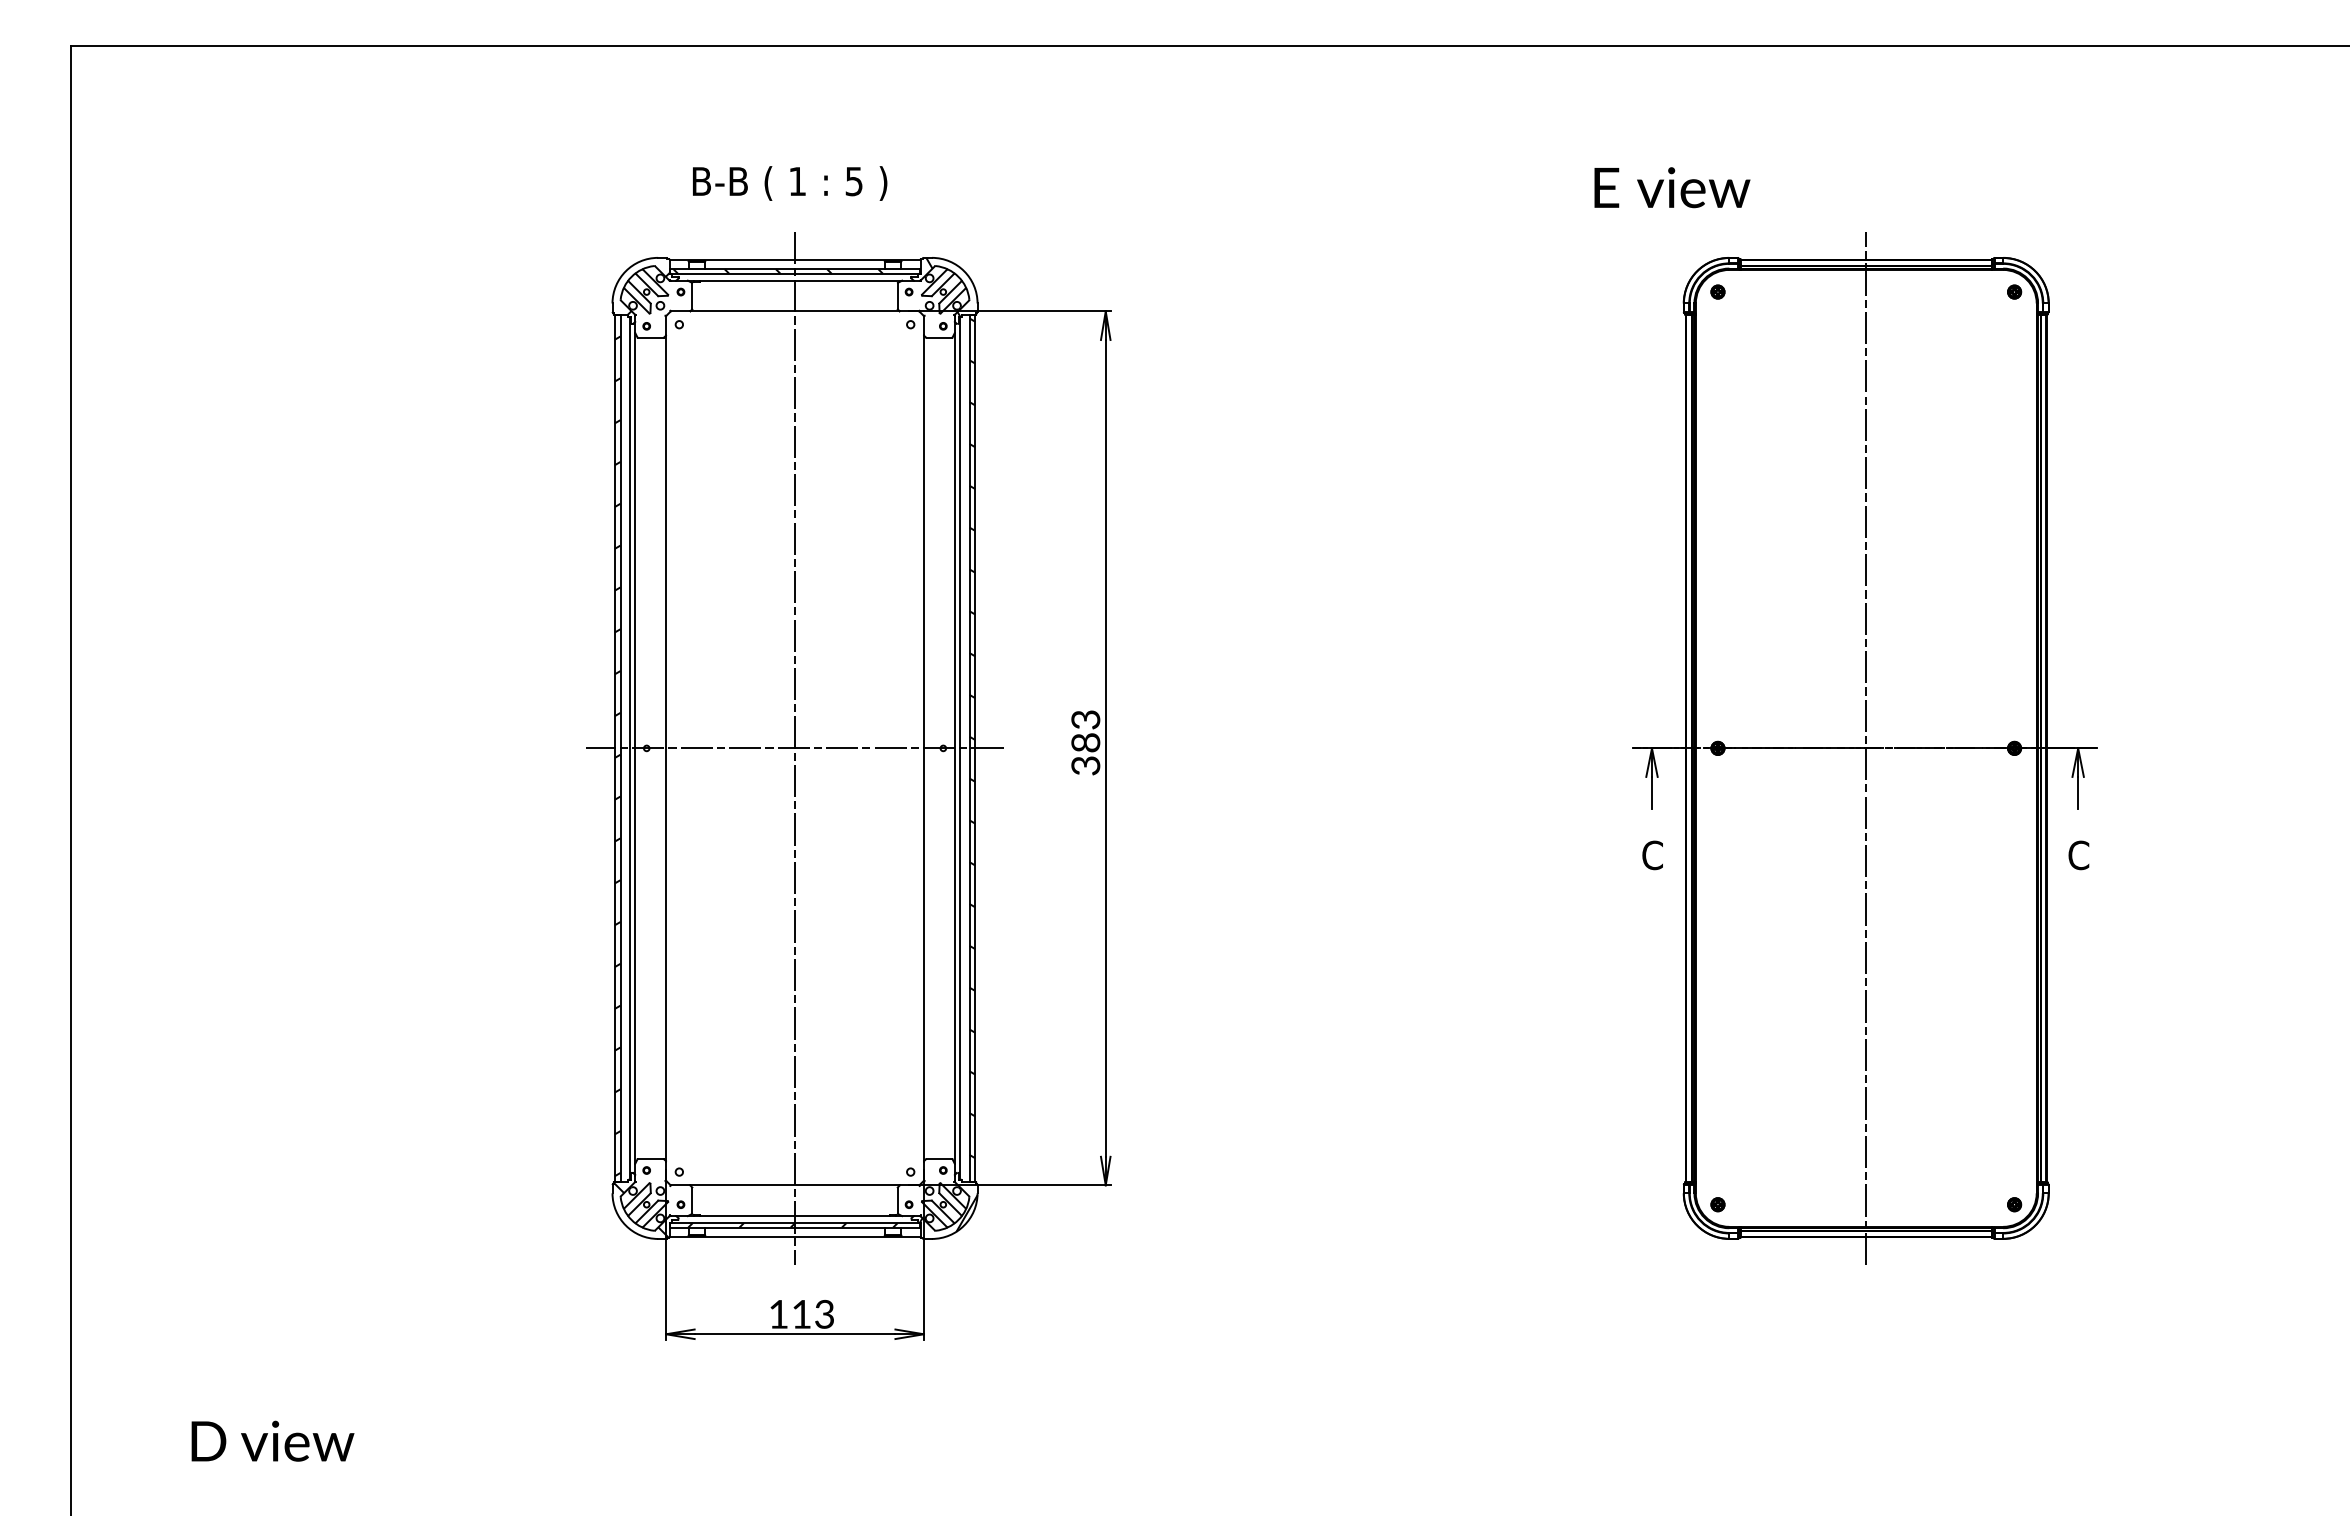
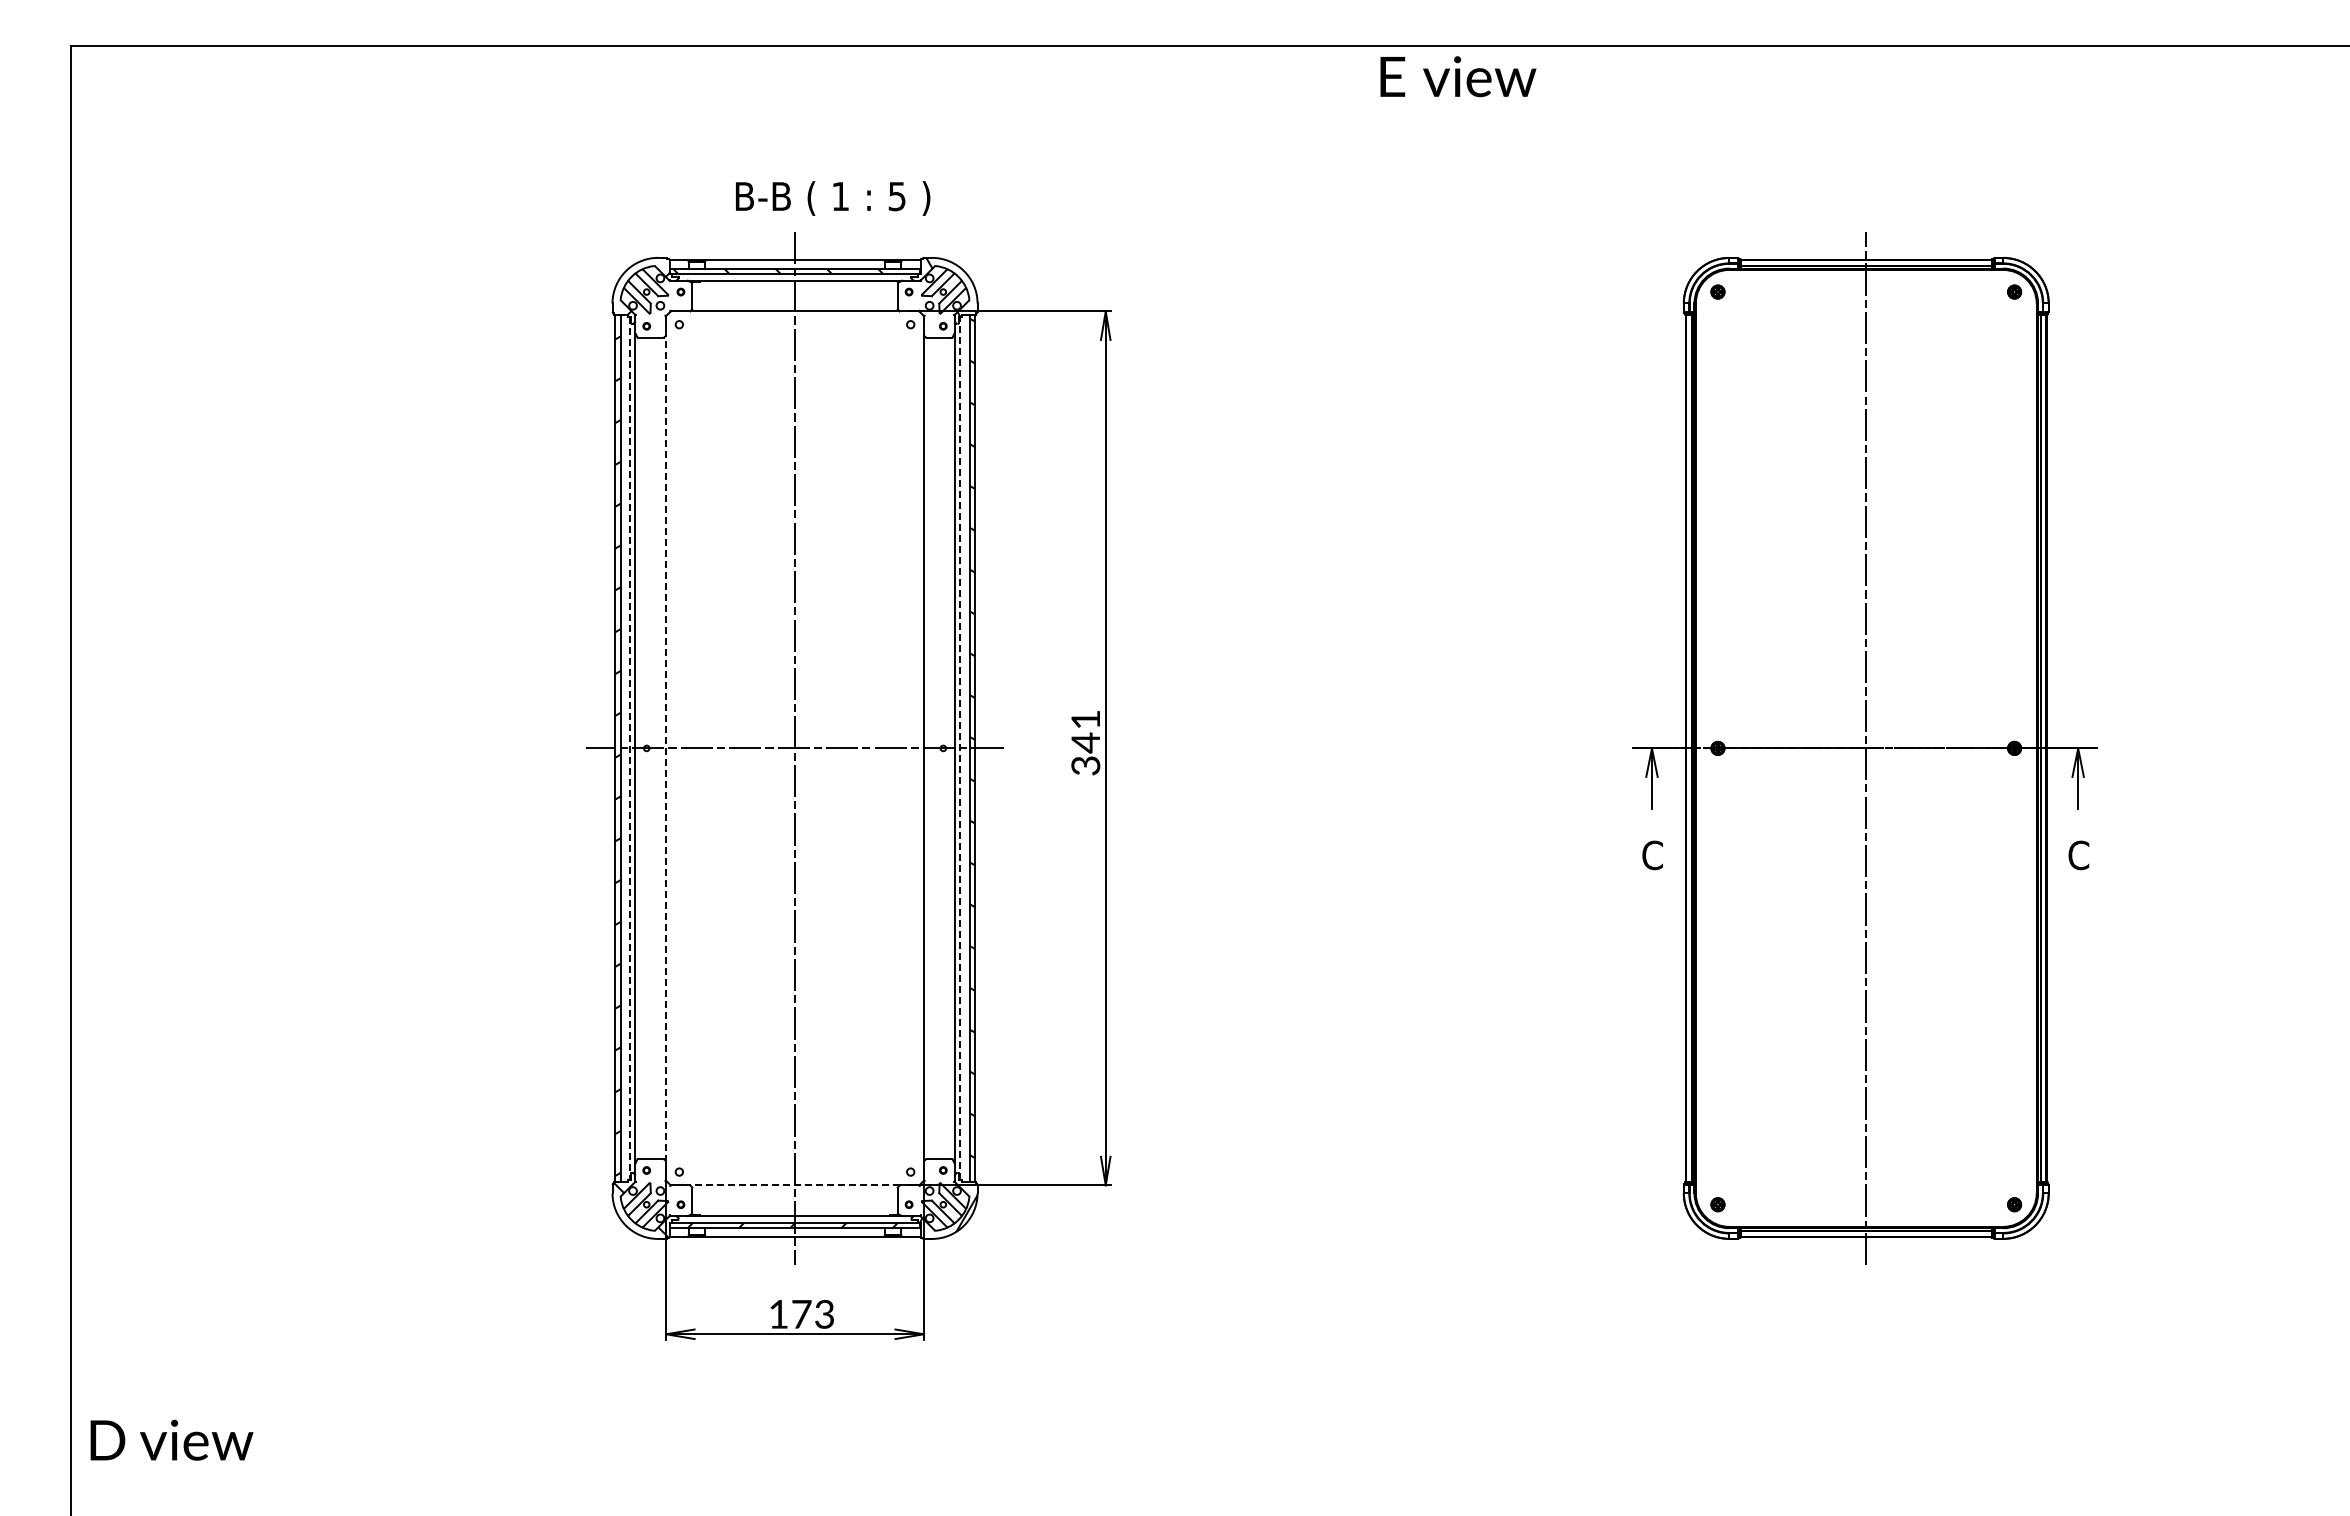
text at (790, 183) position: (790, 183) -> (833, 198)
text at (1672, 187) position: (1672, 187) -> (1458, 76)
text at (1085, 731): 383 -> 341
line at (666, 747): solid -> dashed
line at (960, 747): solid -> dashed
line at (629, 748): solid -> dashed
line at (794, 1185): solid -> dashed
text at (801, 1314): 113 -> 173
text at (272, 1440) position: (272, 1440) -> (171, 1439)
